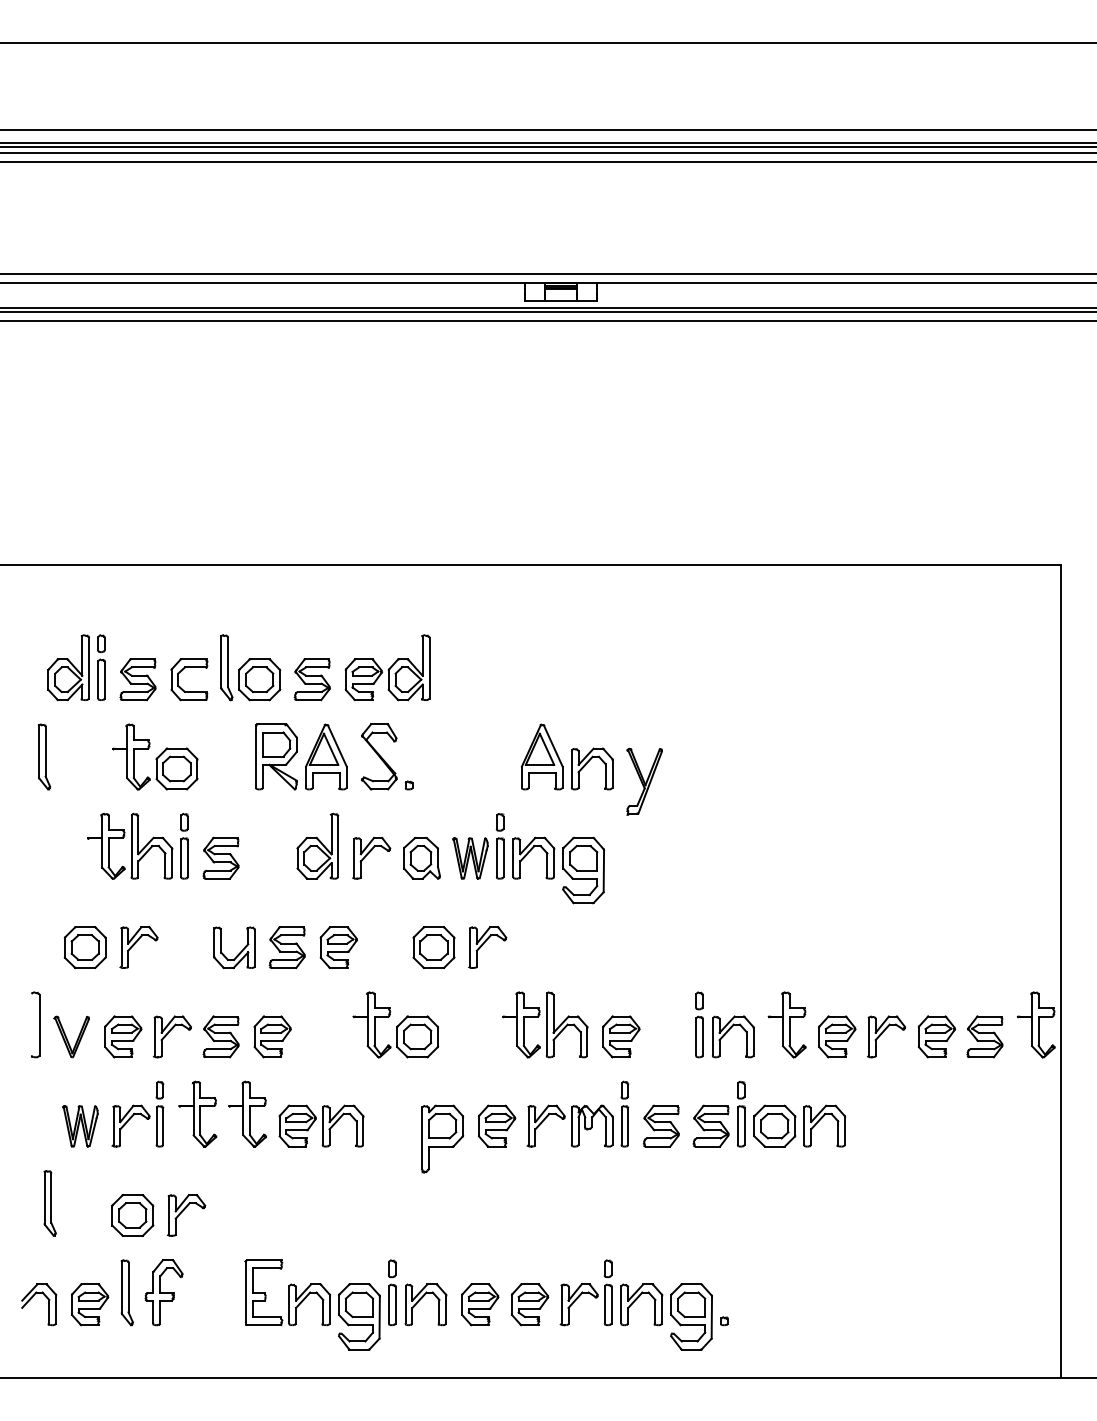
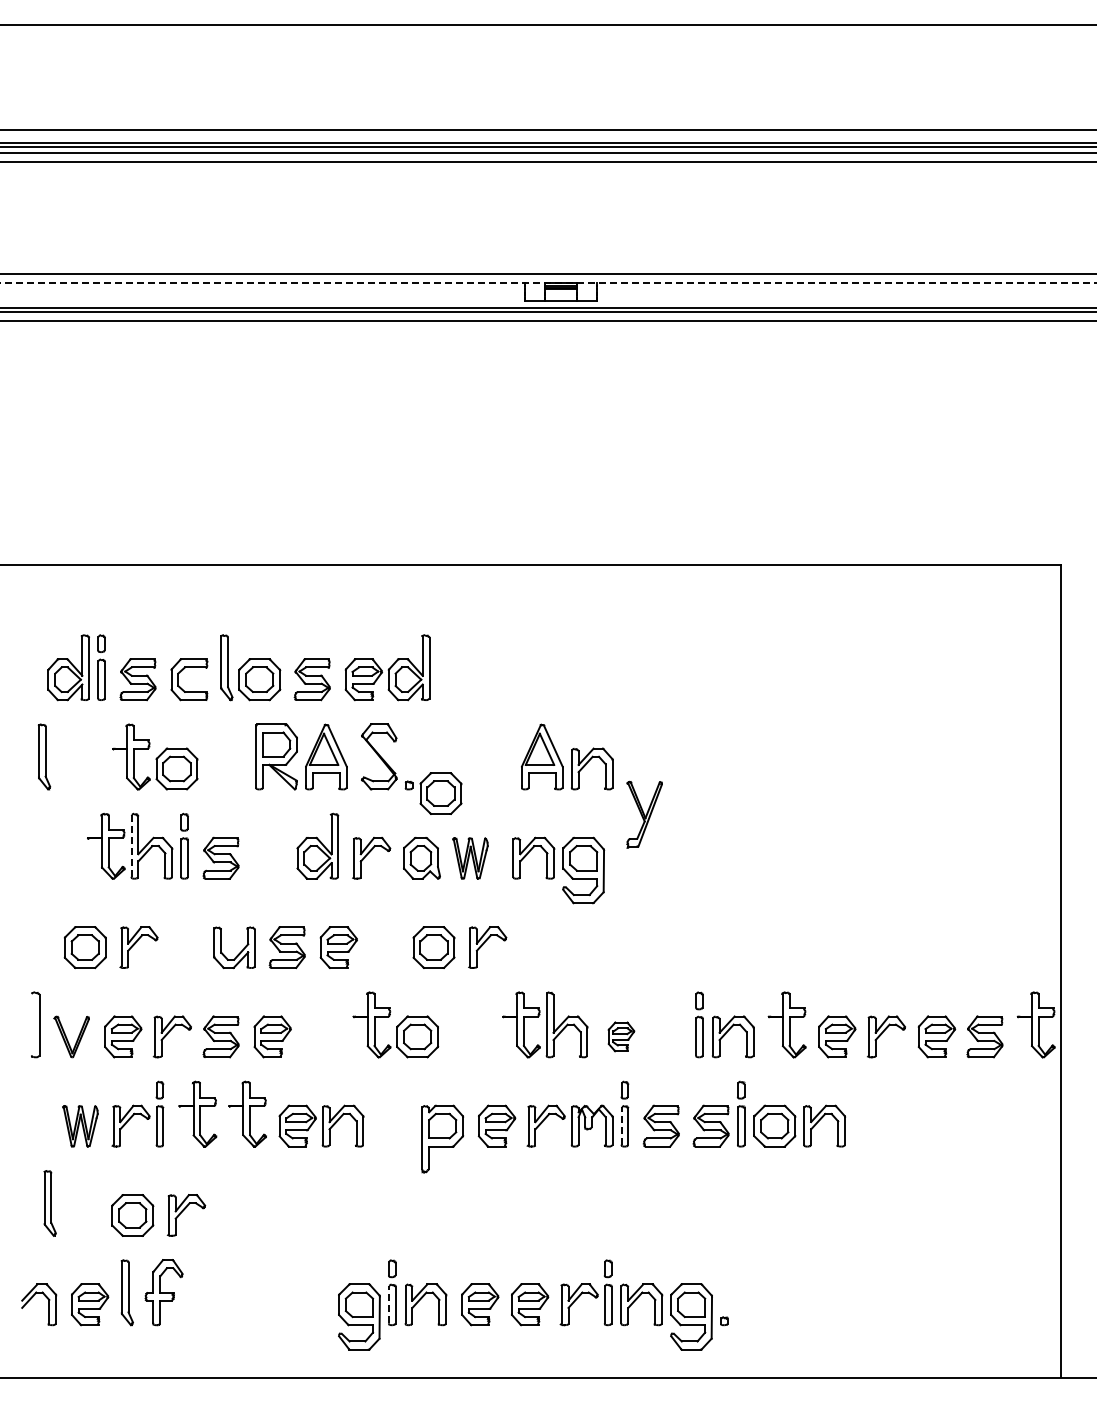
line at (547, 42) position: (547, 42) -> (547, 24)
line at (548, 283): solid -> dashed
part at (644, 781) position: (644, 781) -> (644, 814)
part at (440, 793): none -> present
line at (131, 845): solid -> dashed
part at (499, 846): present -> none
part at (621, 1036) size: 39x44 px -> 29x32 px
line at (621, 1125): solid -> dashed
part at (287, 1292): present -> none
line at (388, 1304): solid -> dashed
